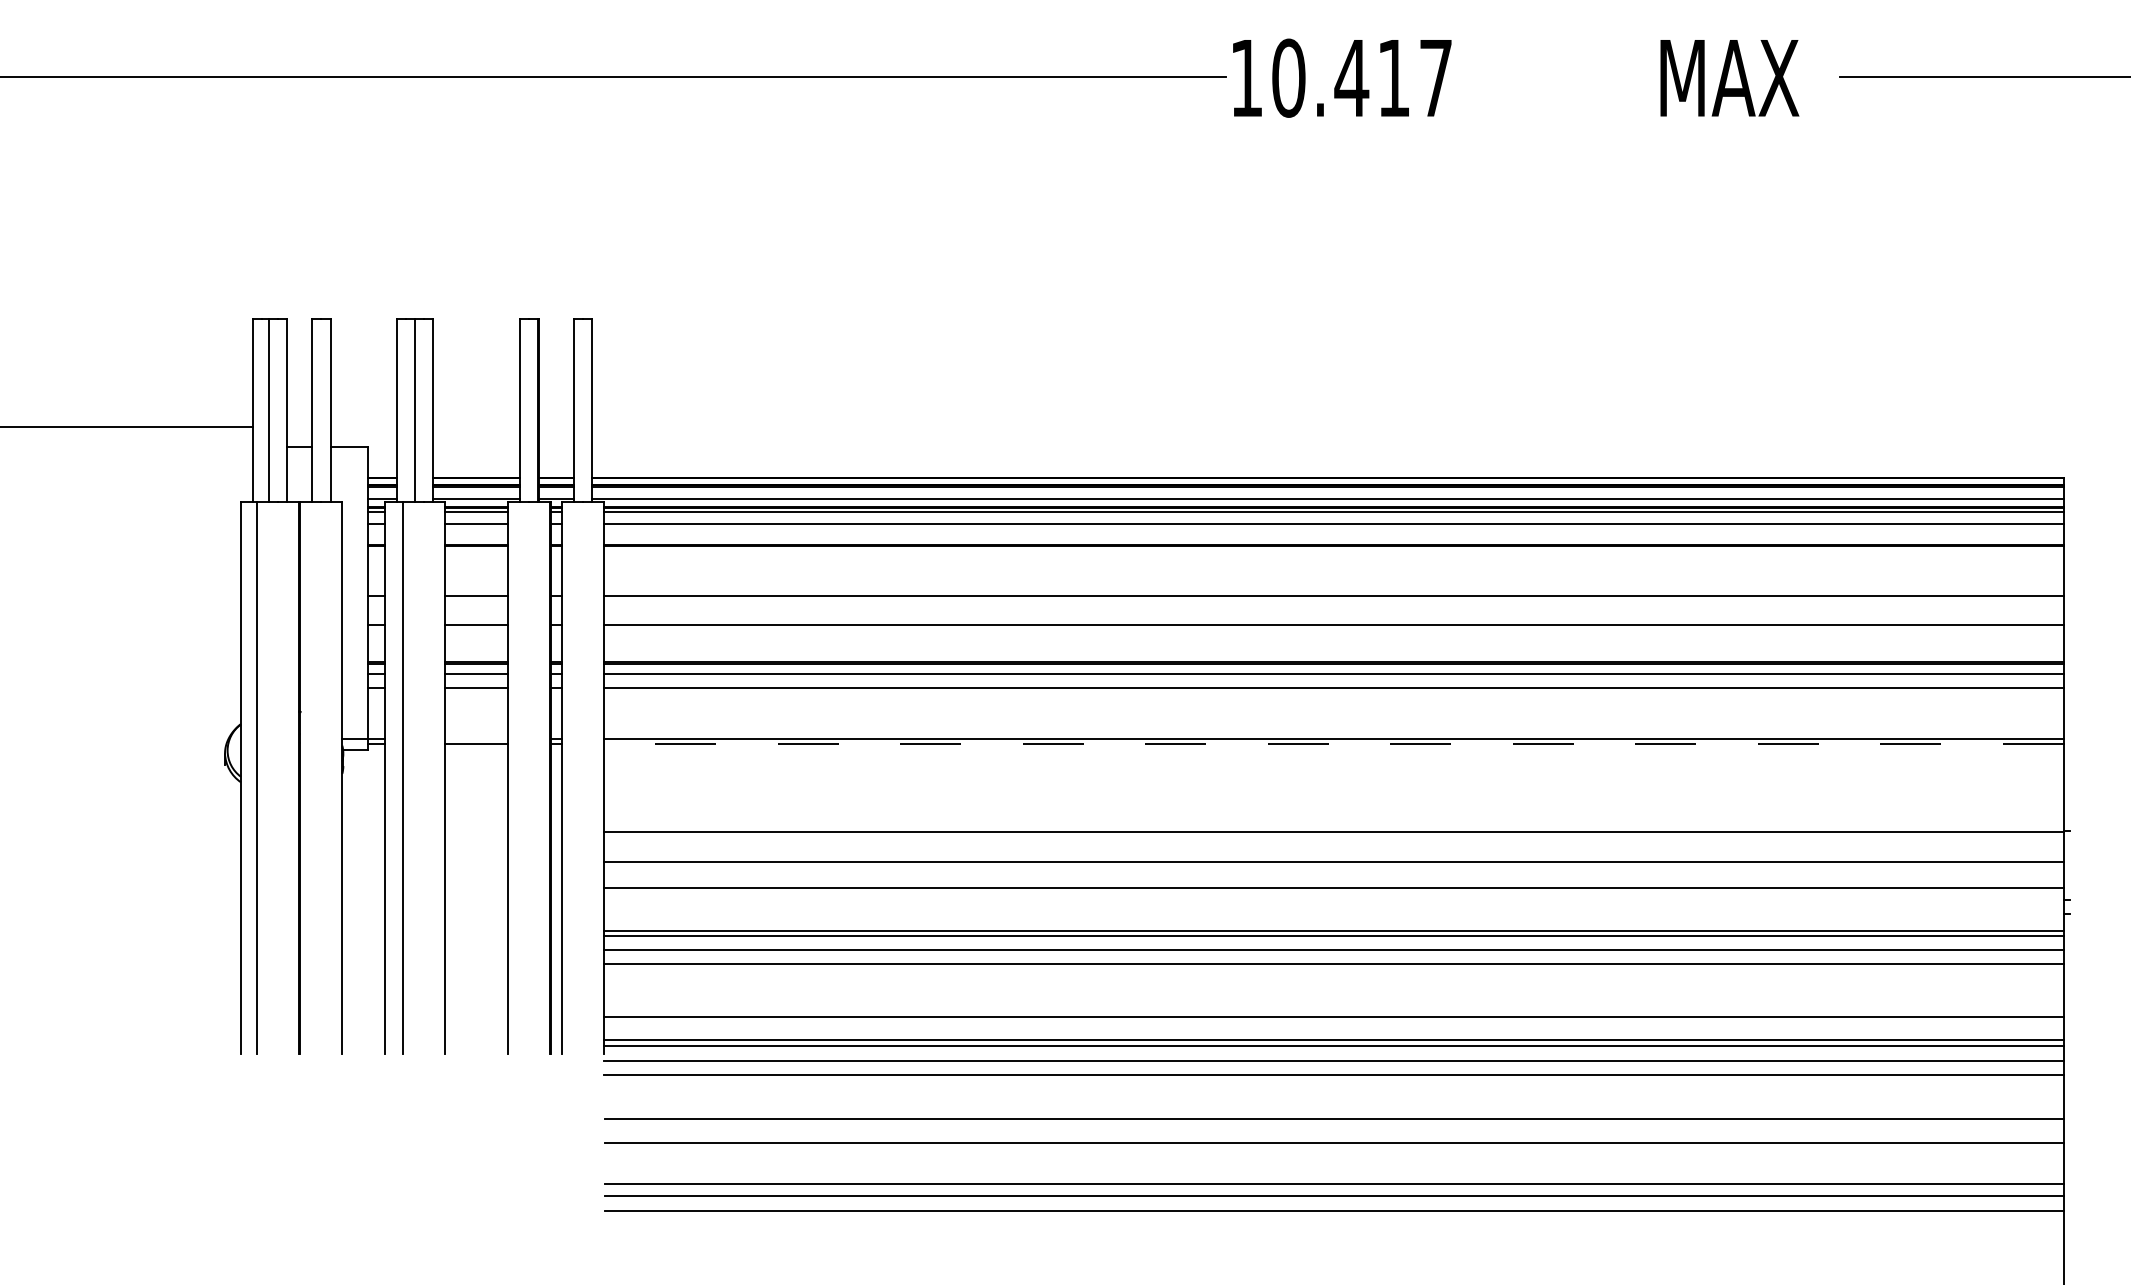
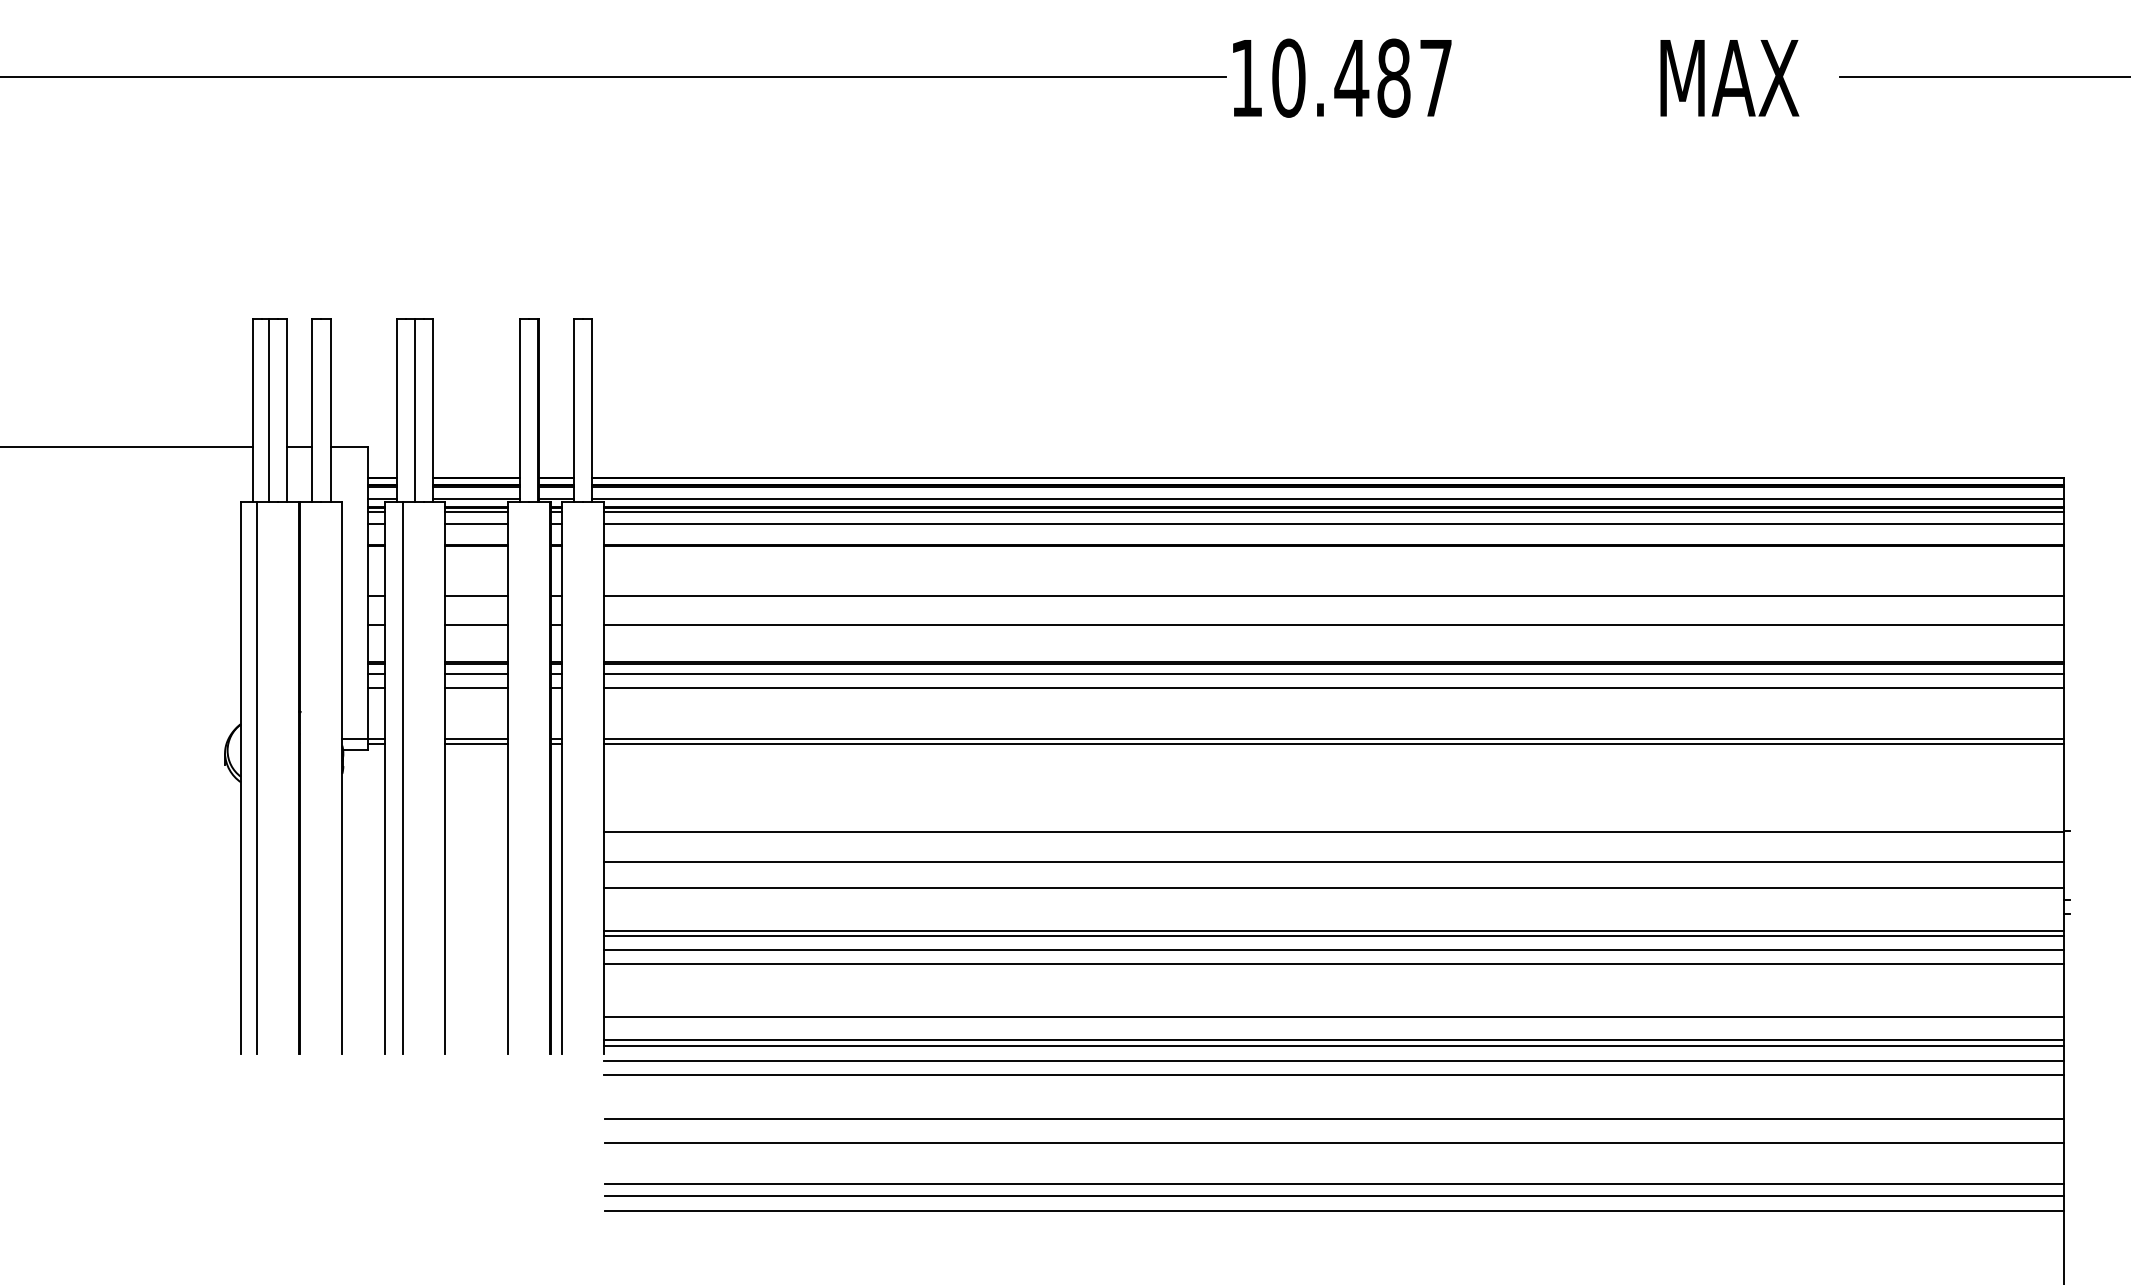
text at (1393, 77): 10.417 -> 10.487
line at (127, 427) position: (127, 427) -> (127, 447)
line at (476, 738): none -> present
line at (1333, 744): dashed -> solid
